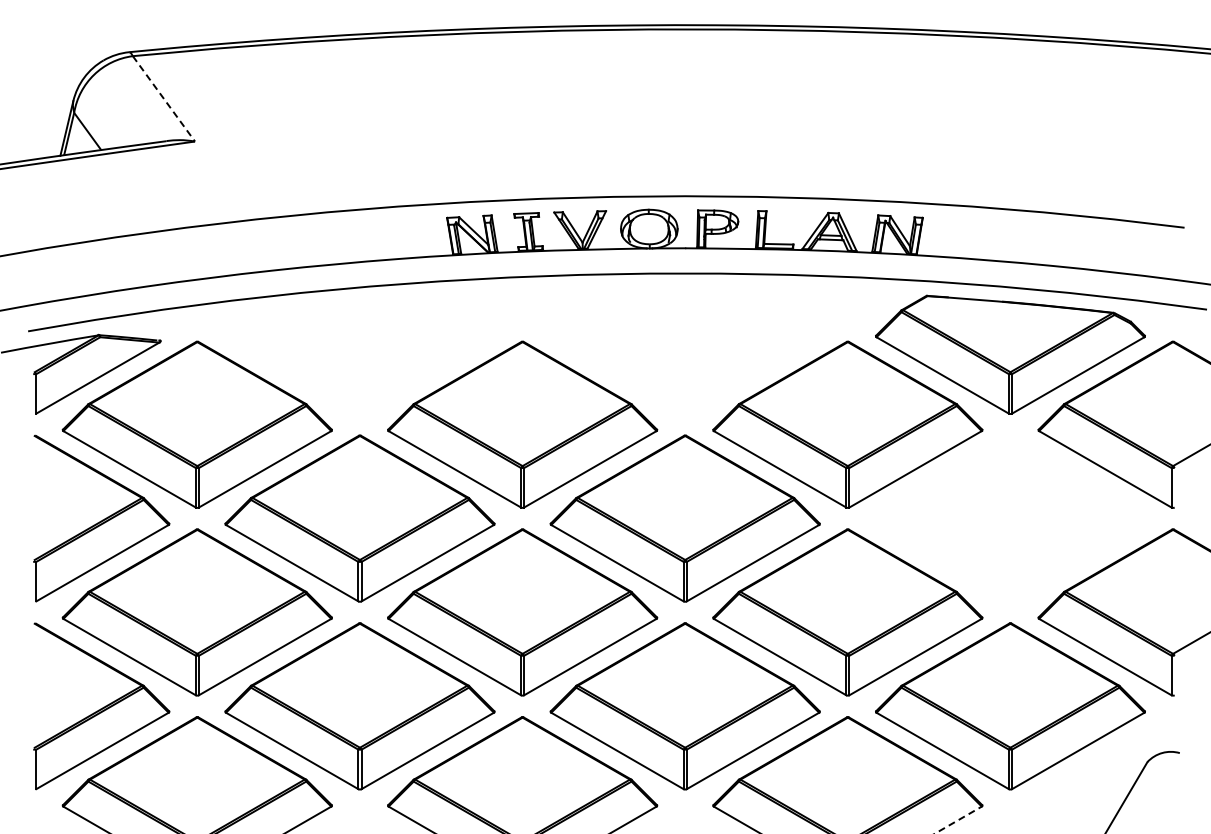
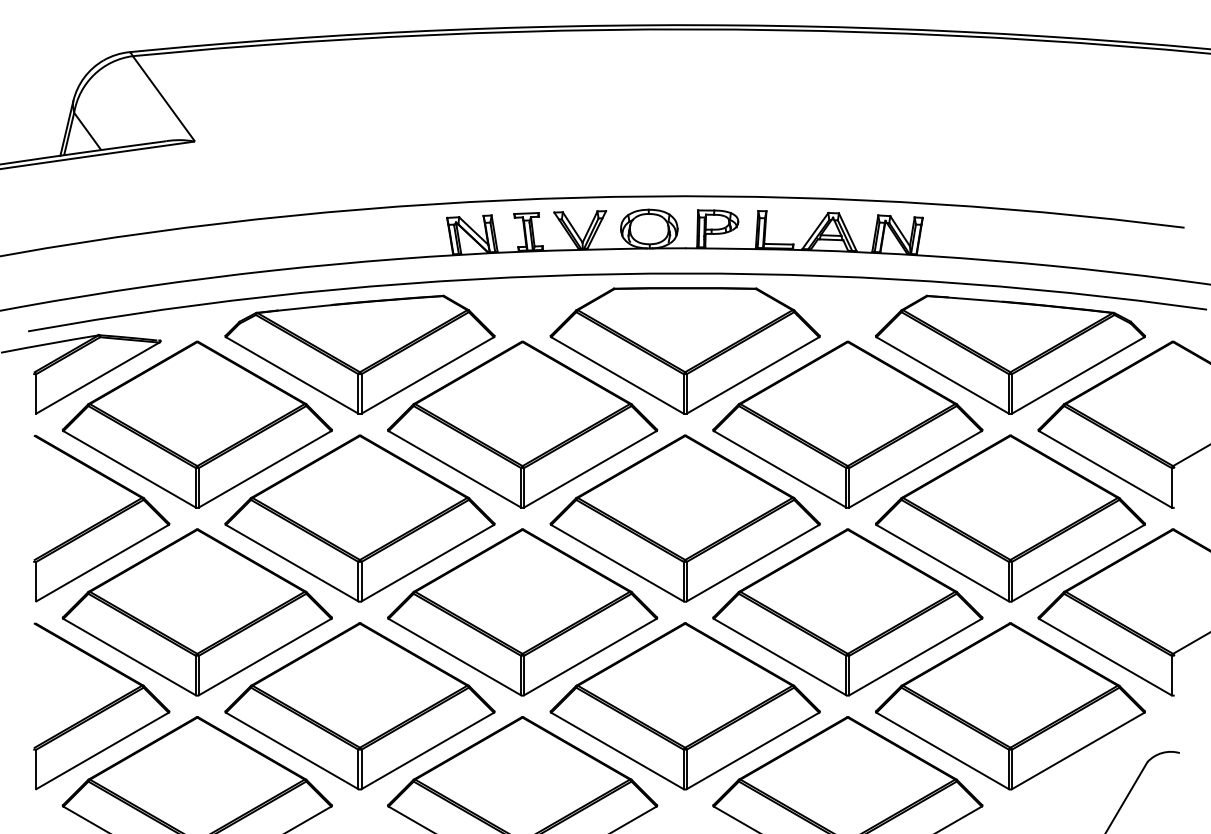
line at (164, 99): dashed -> solid
part at (684, 350): none -> present
part at (359, 354): none -> present
part at (1010, 518): none -> present
line at (958, 820): dashed -> solid
